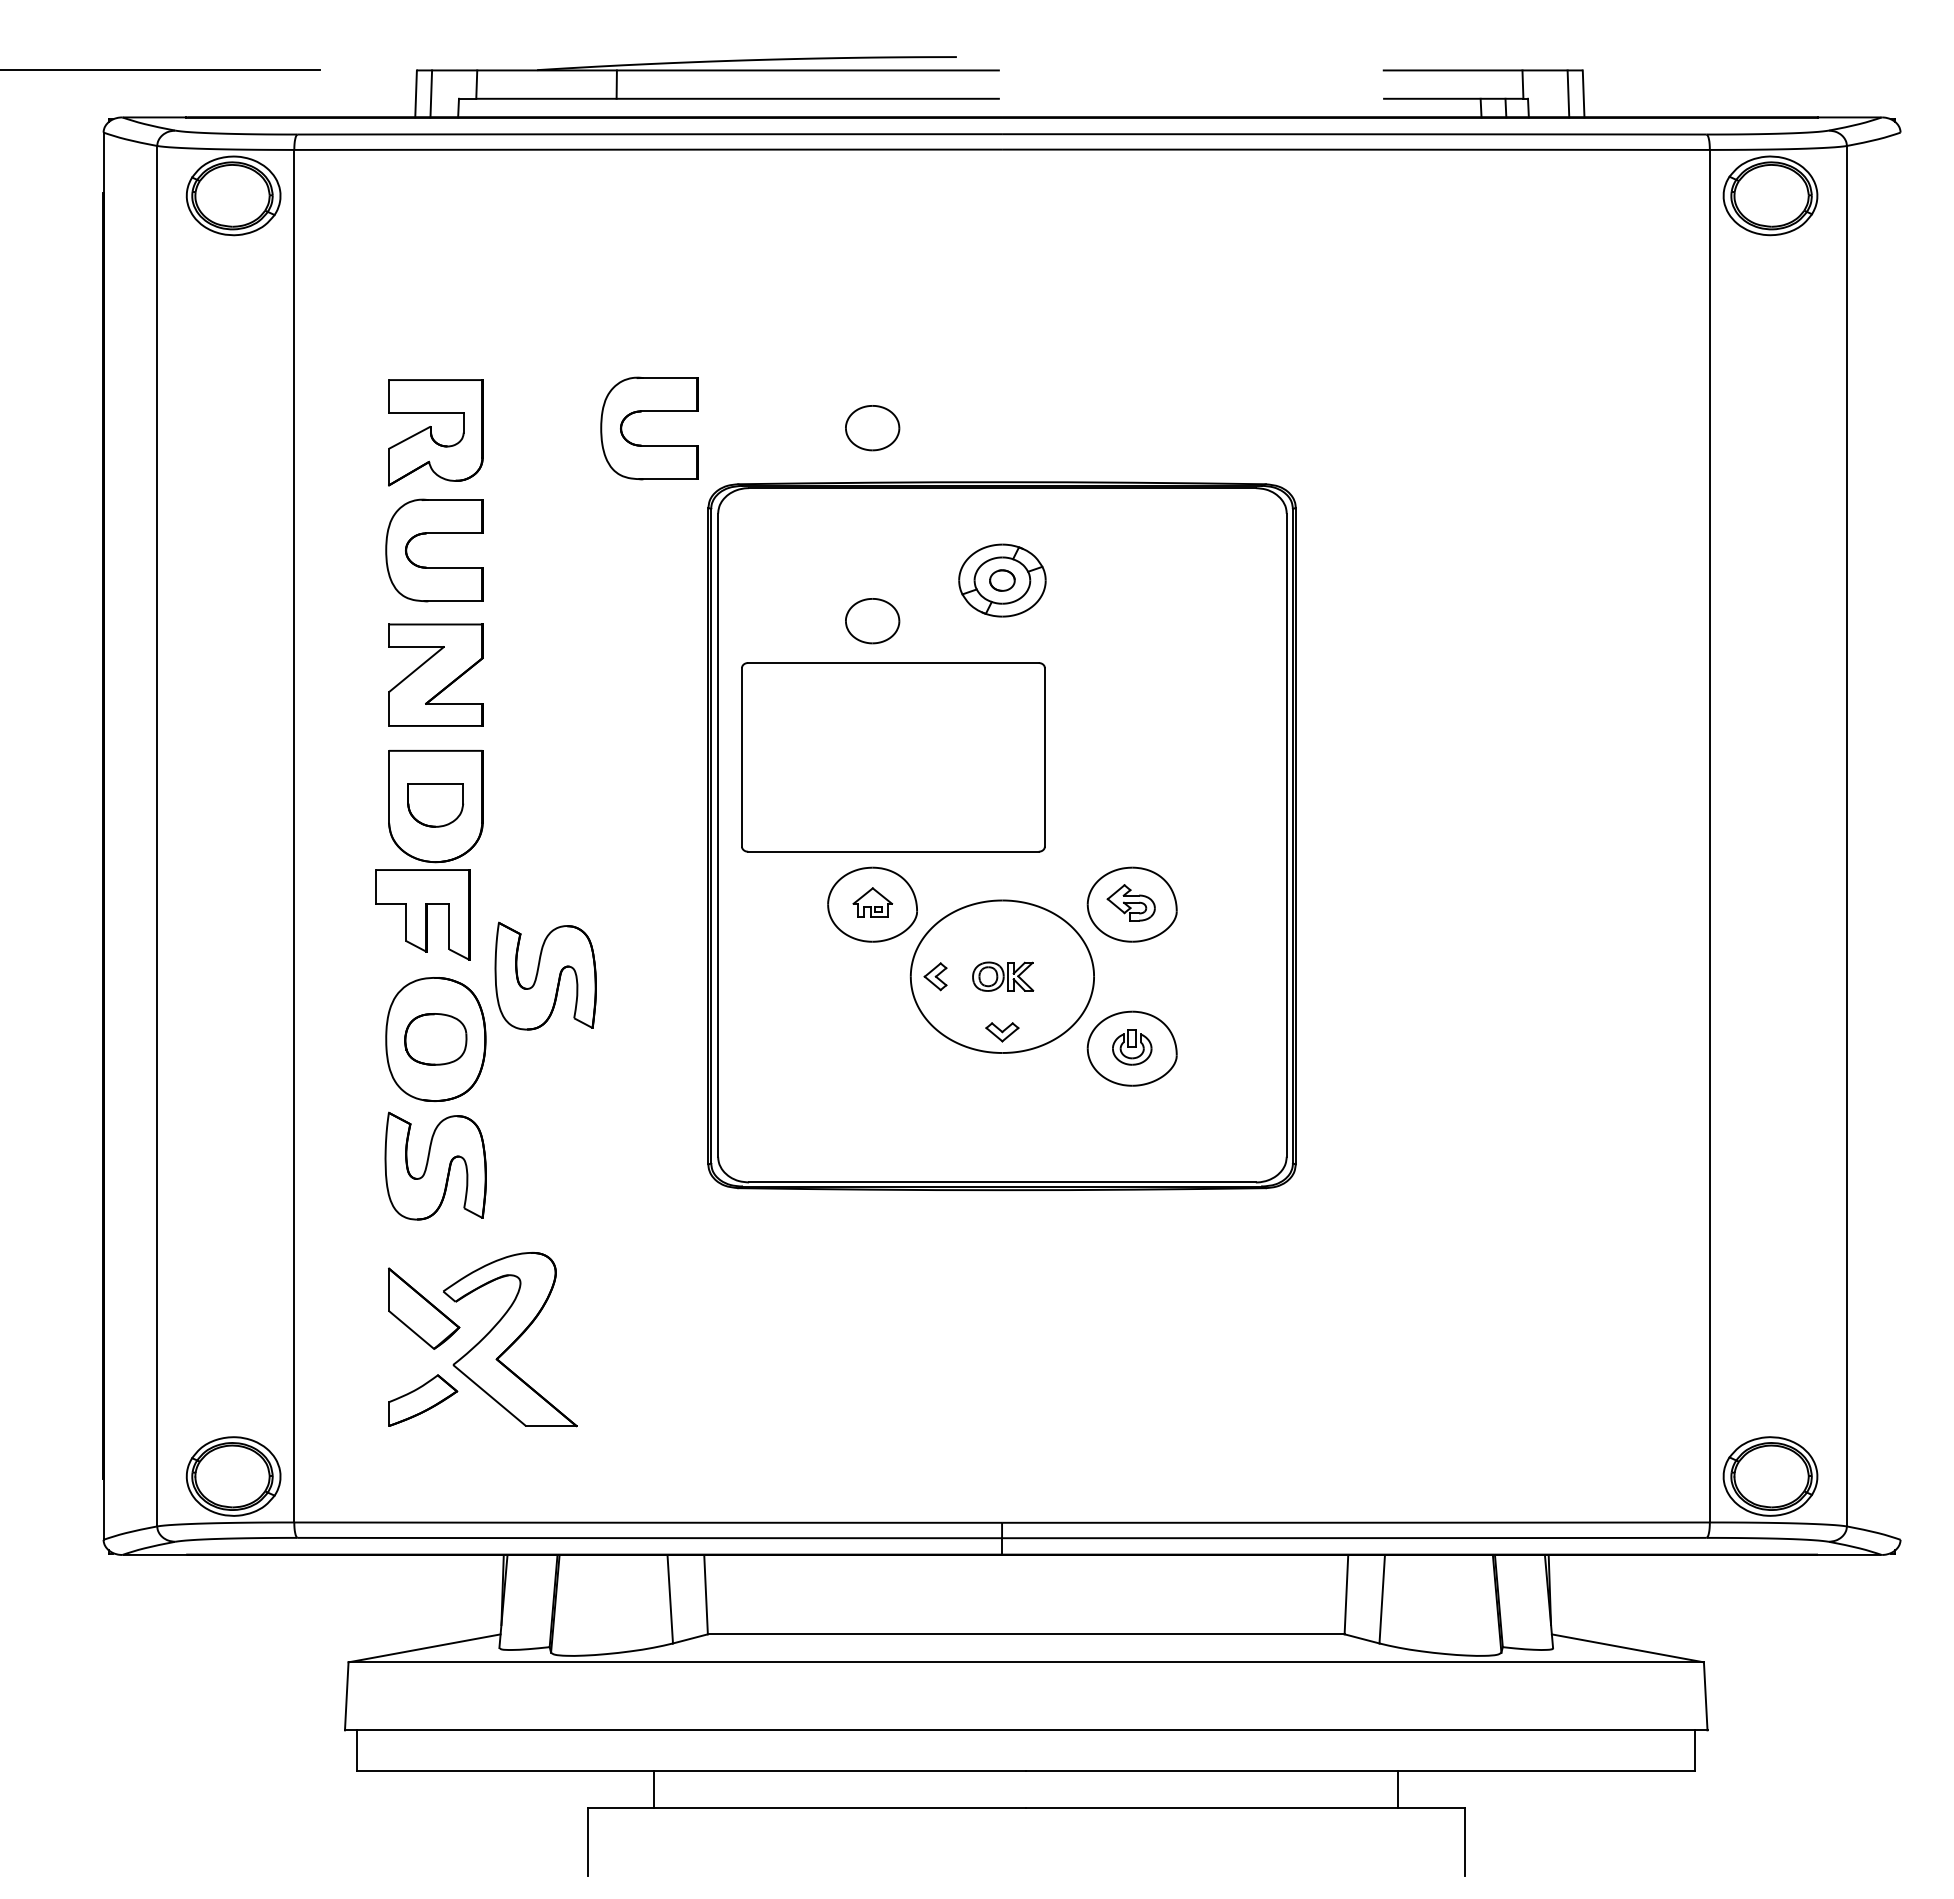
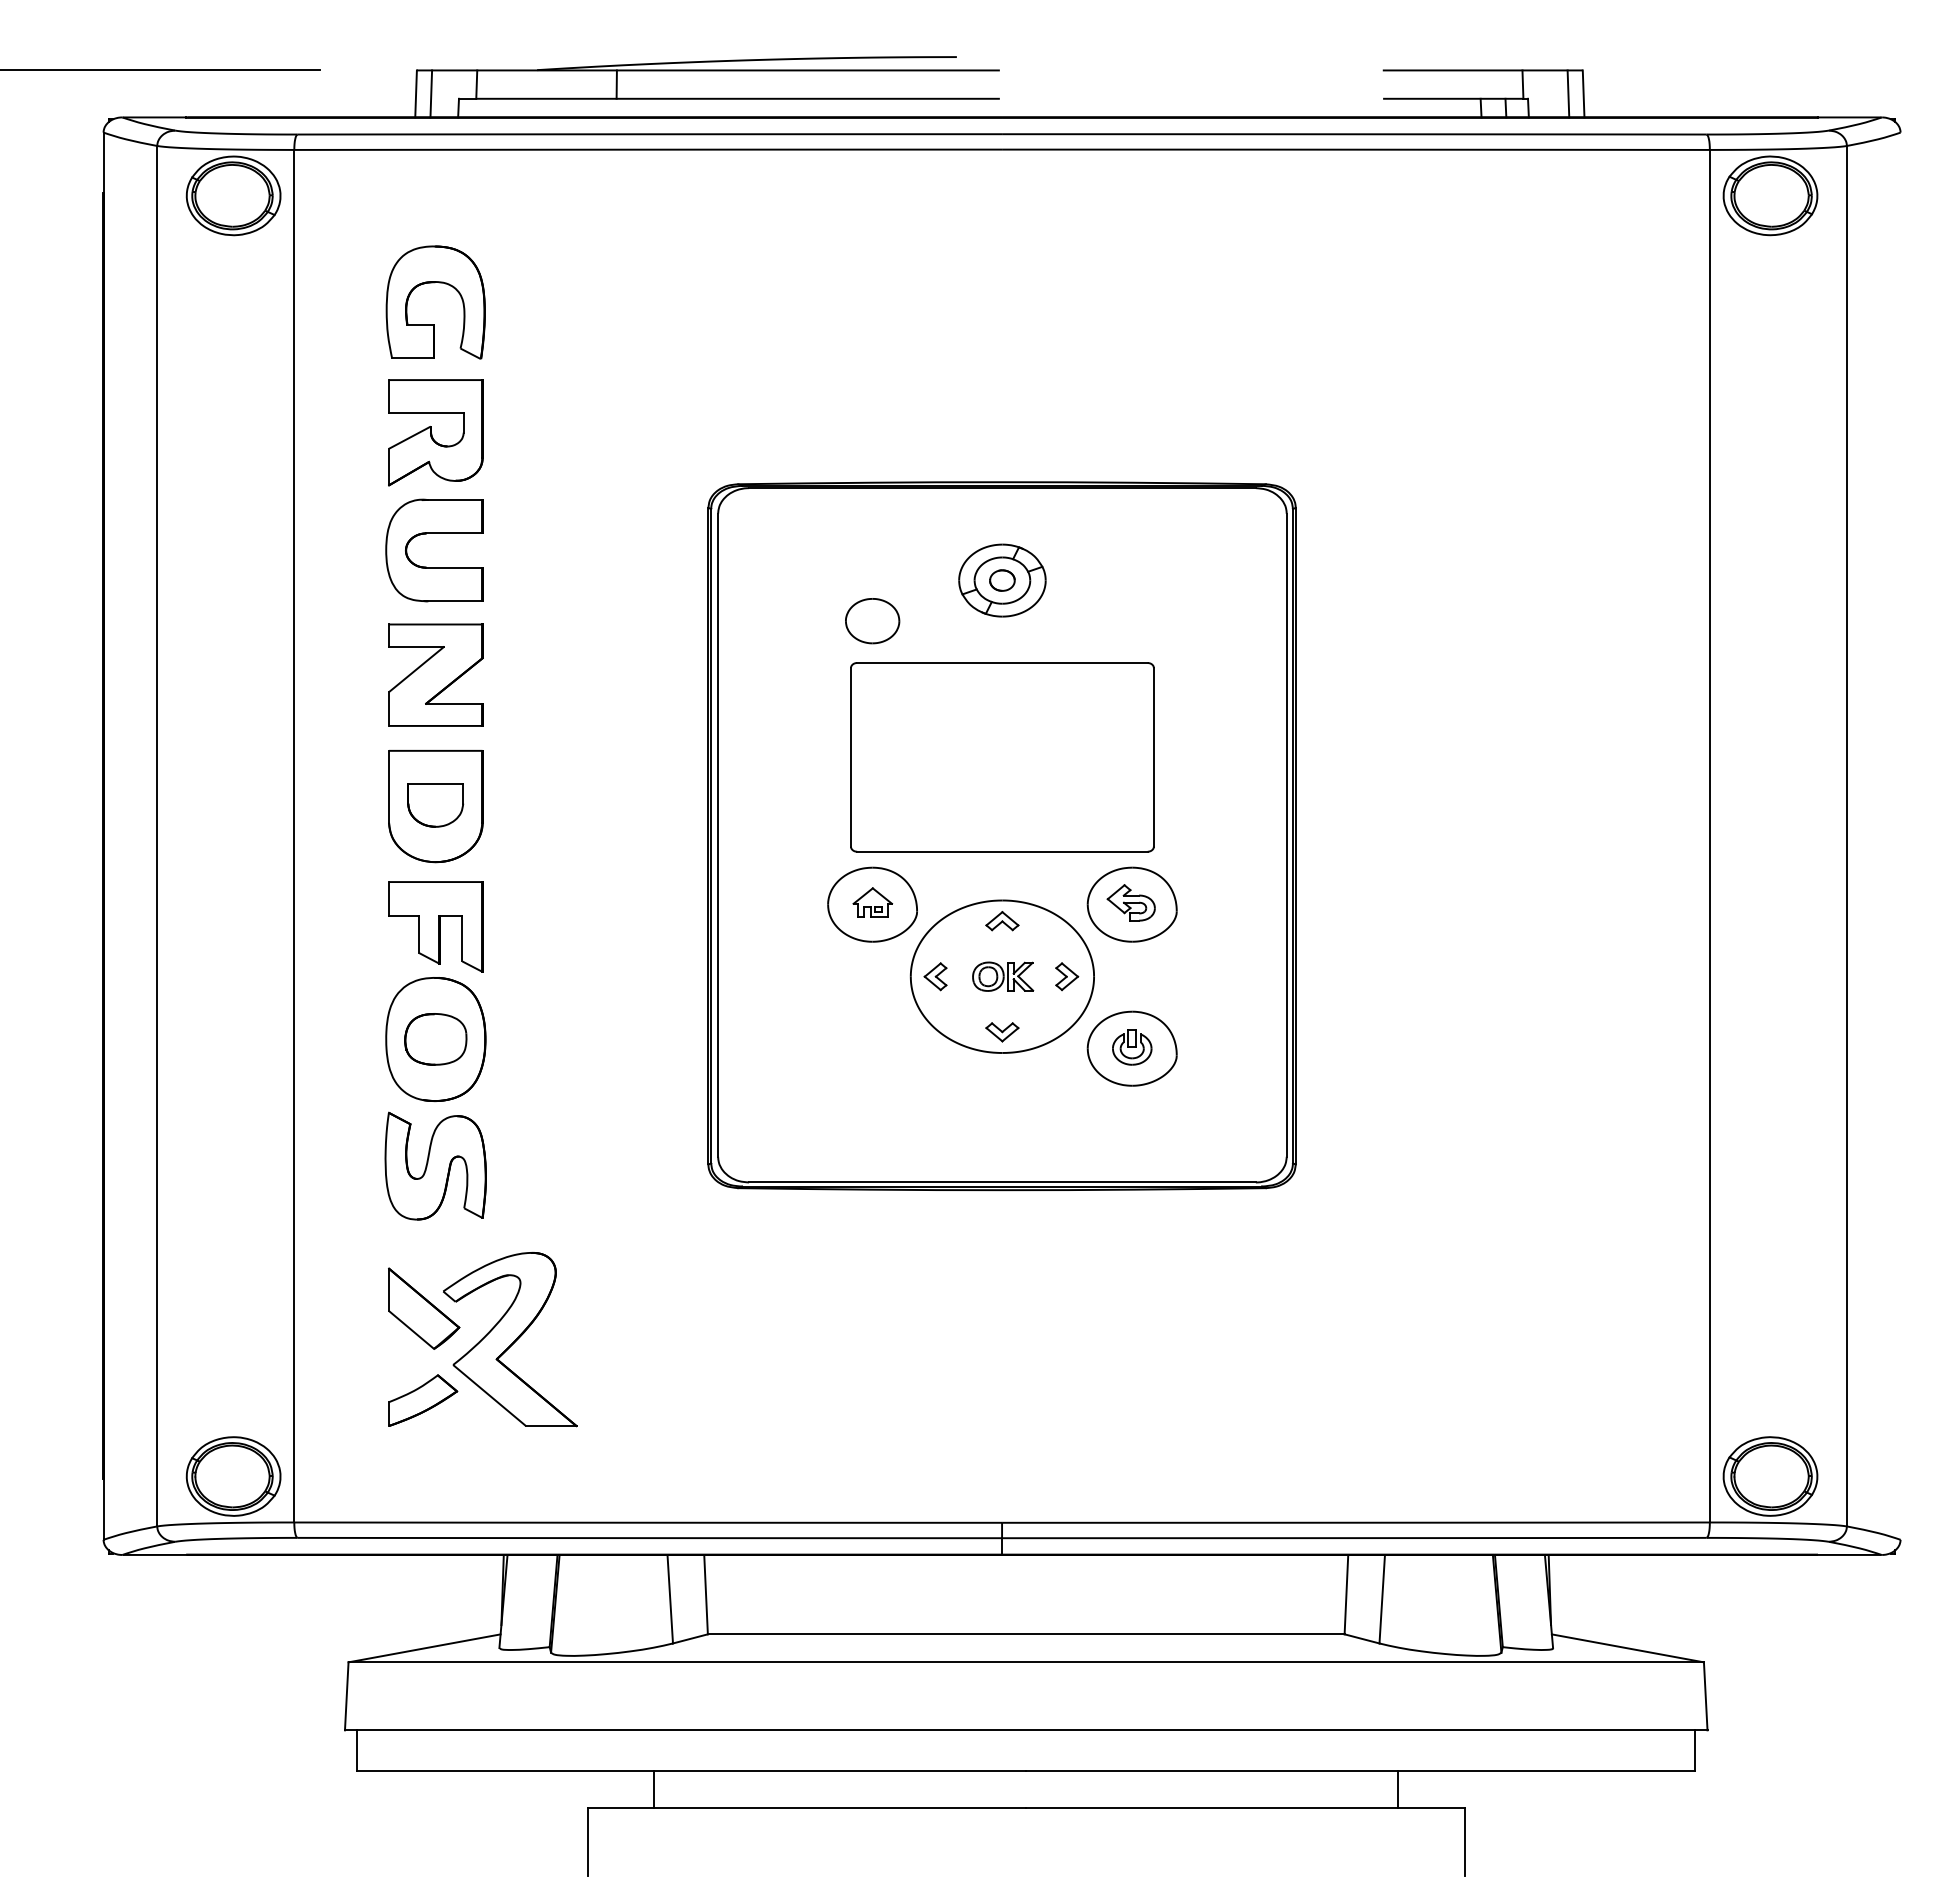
part at (434, 283): none -> present
part at (649, 411): present -> none
part at (872, 428): present -> none
part at (893, 757) position: (893, 757) -> (1002, 757)
part at (422, 914) position: (422, 914) -> (435, 926)
part at (1002, 921): none -> present
part at (545, 975): present -> none
part at (1067, 976): none -> present
